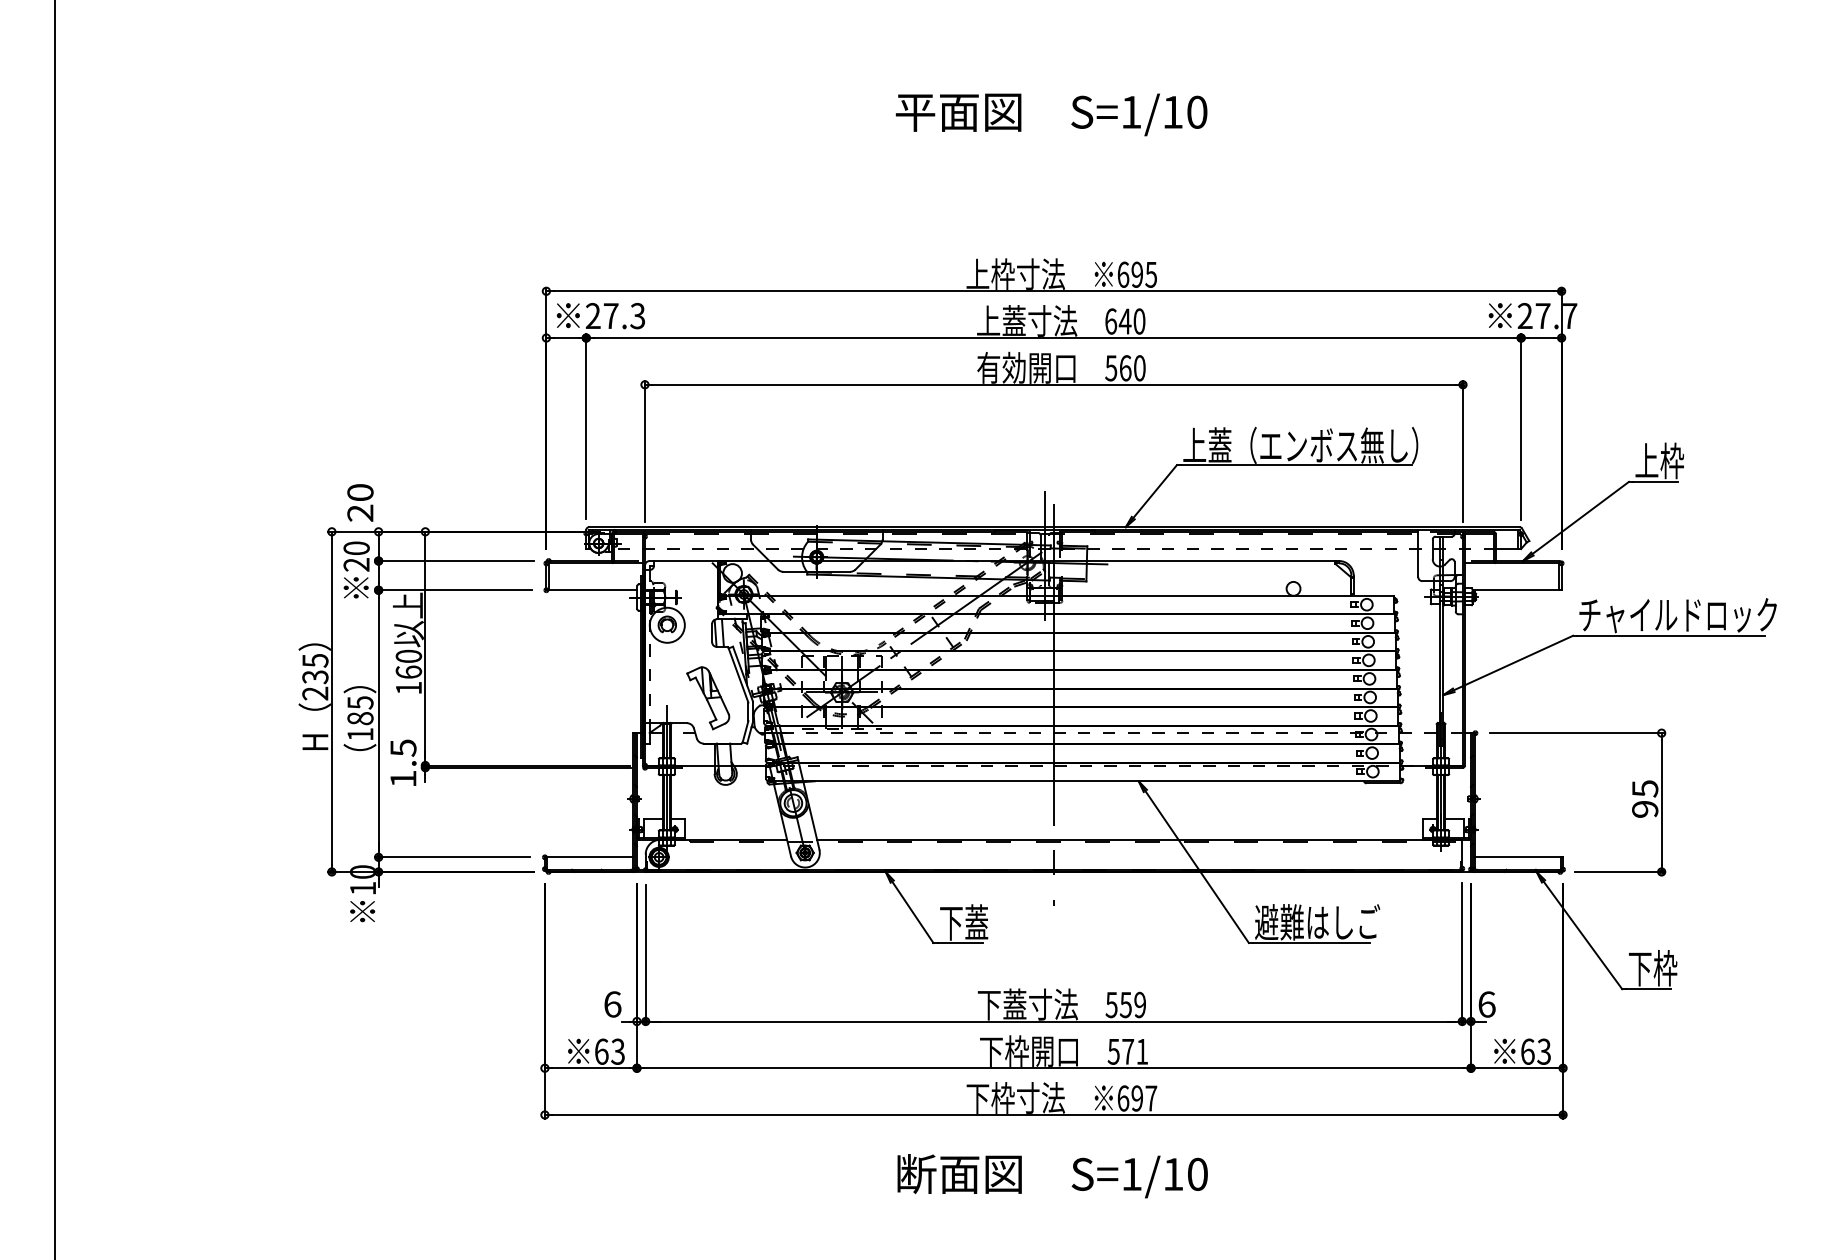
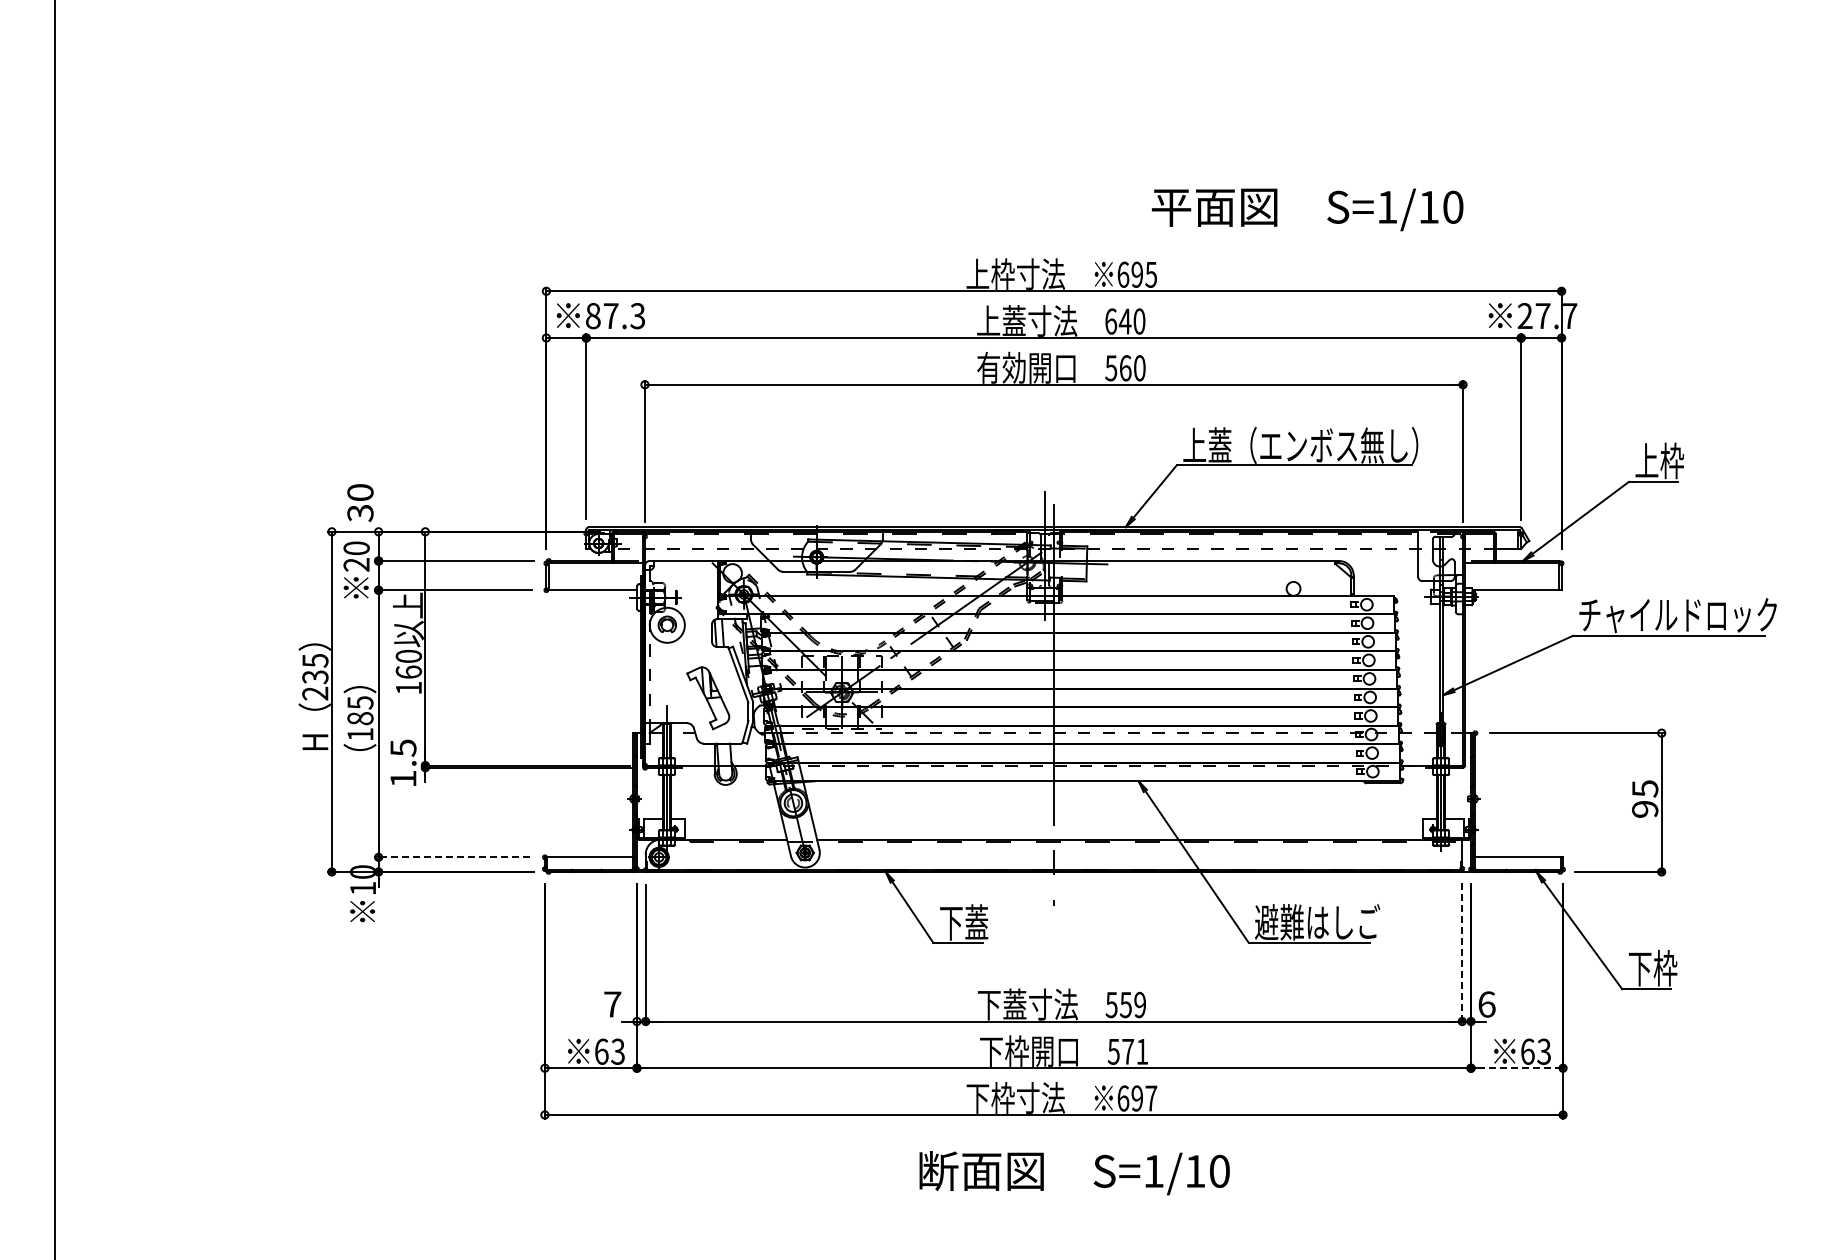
text at (1051, 114) position: (1051, 114) -> (1307, 209)
text at (592, 316): 27.3 -> 87.3
text at (360, 513): 20 -> 30
line at (452, 857): solid -> dashed
line at (1462, 954): solid -> dashed
text at (612, 1004): 6 -> 7
line at (1517, 1068): solid -> dashed
text at (1052, 1176) position: (1052, 1176) -> (1074, 1173)
